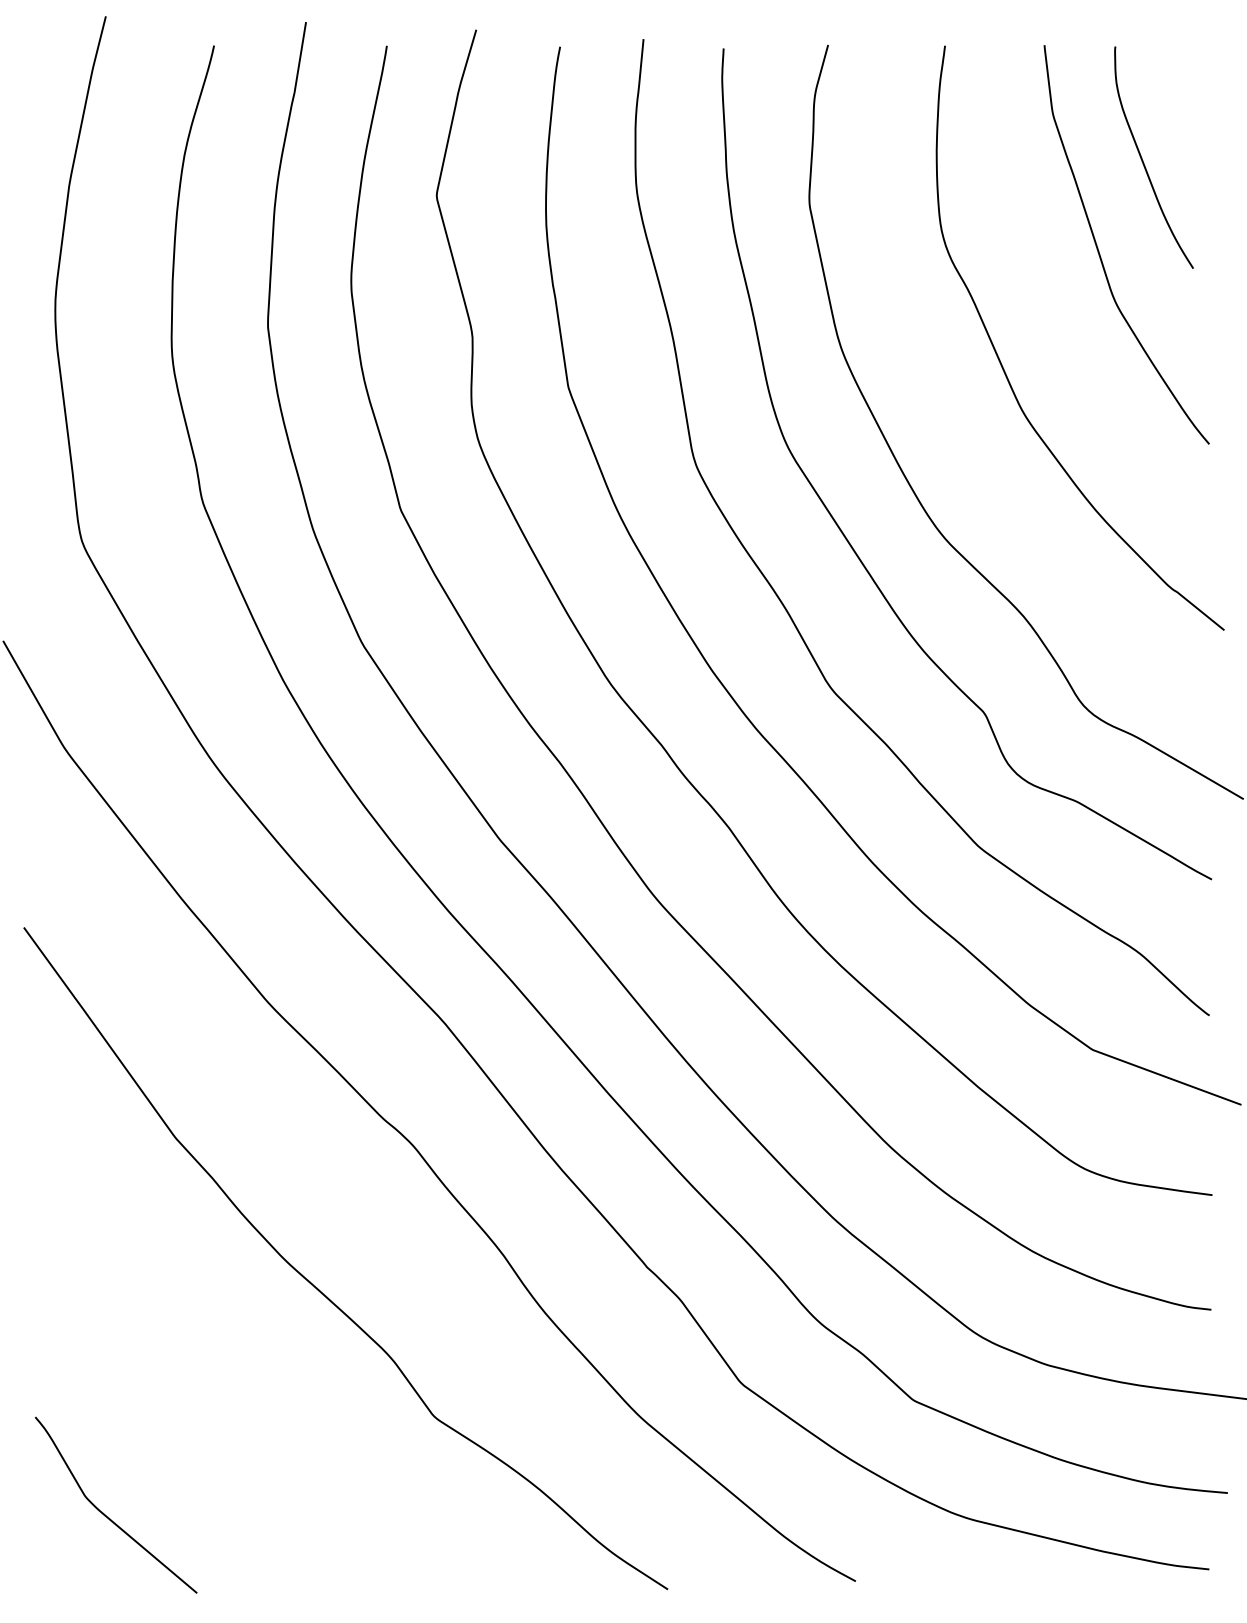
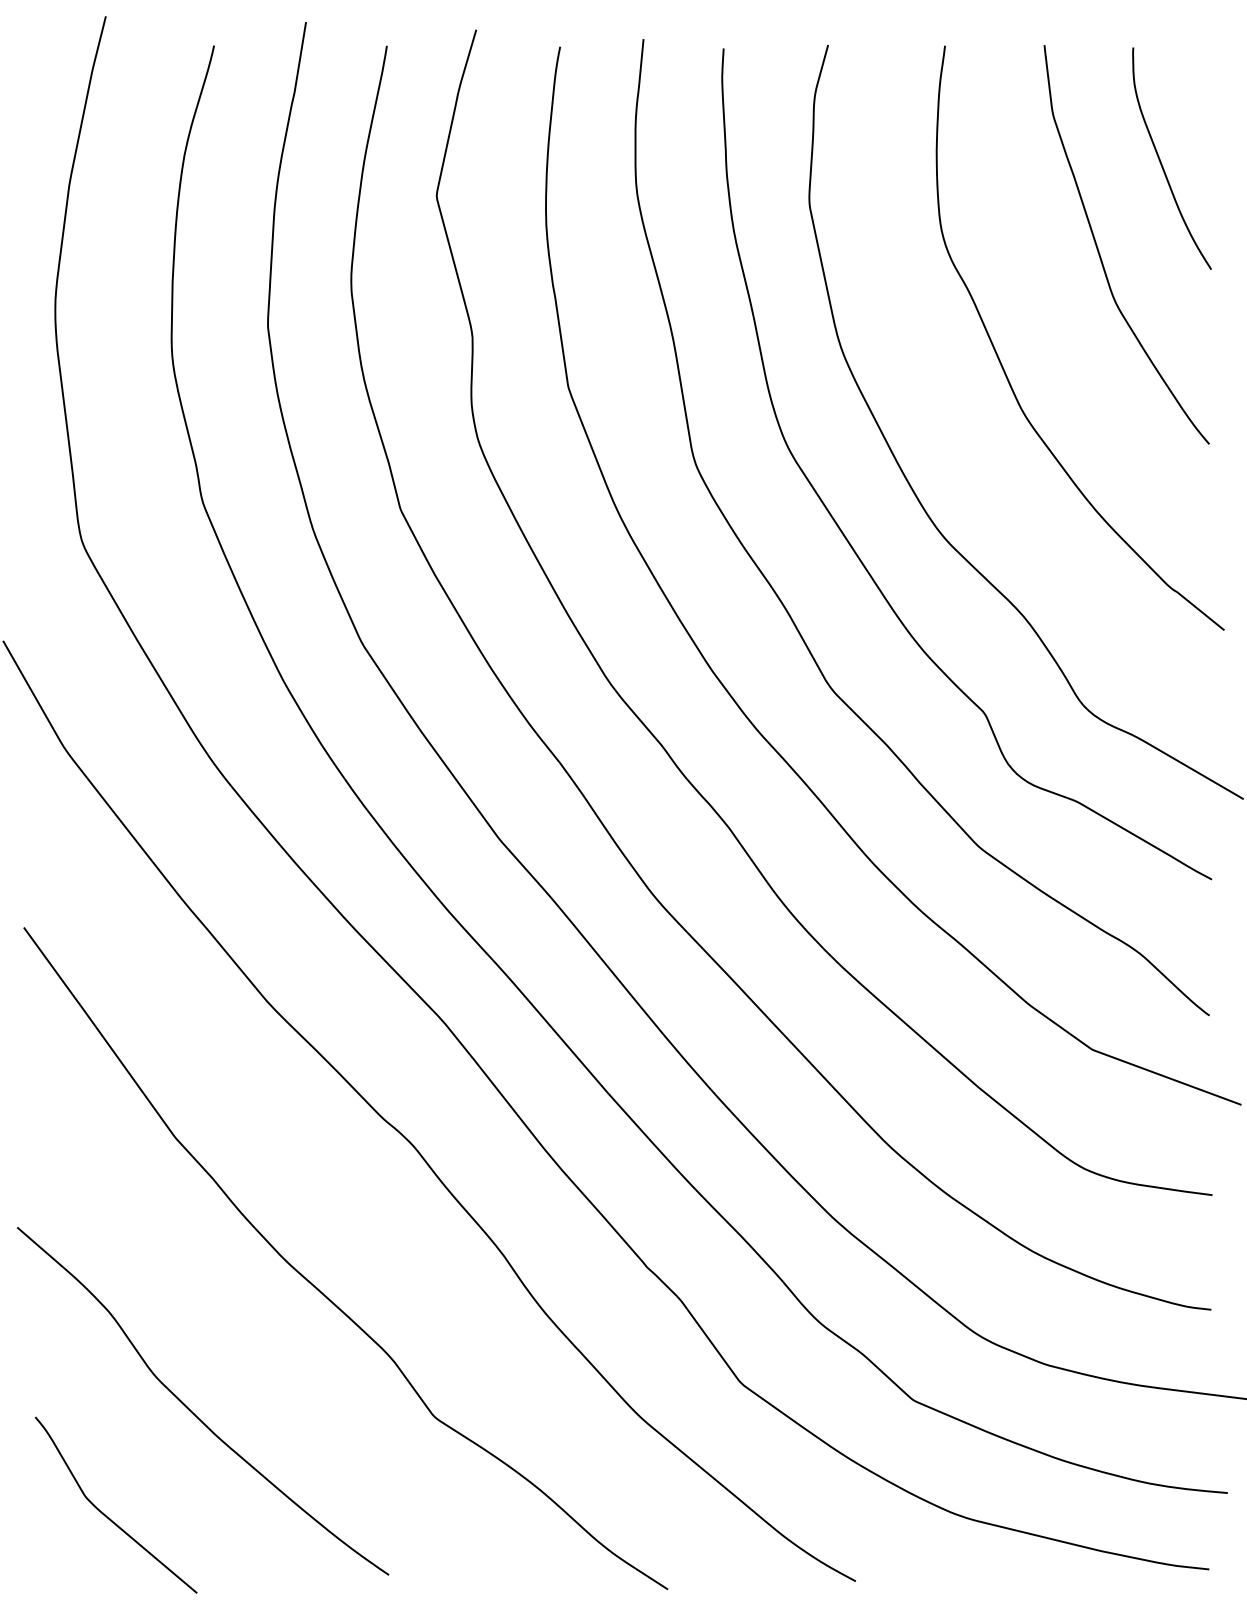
curve at (1143, 160) position: (1143, 160) -> (1161, 161)
curve at (192, 1411): none -> present
